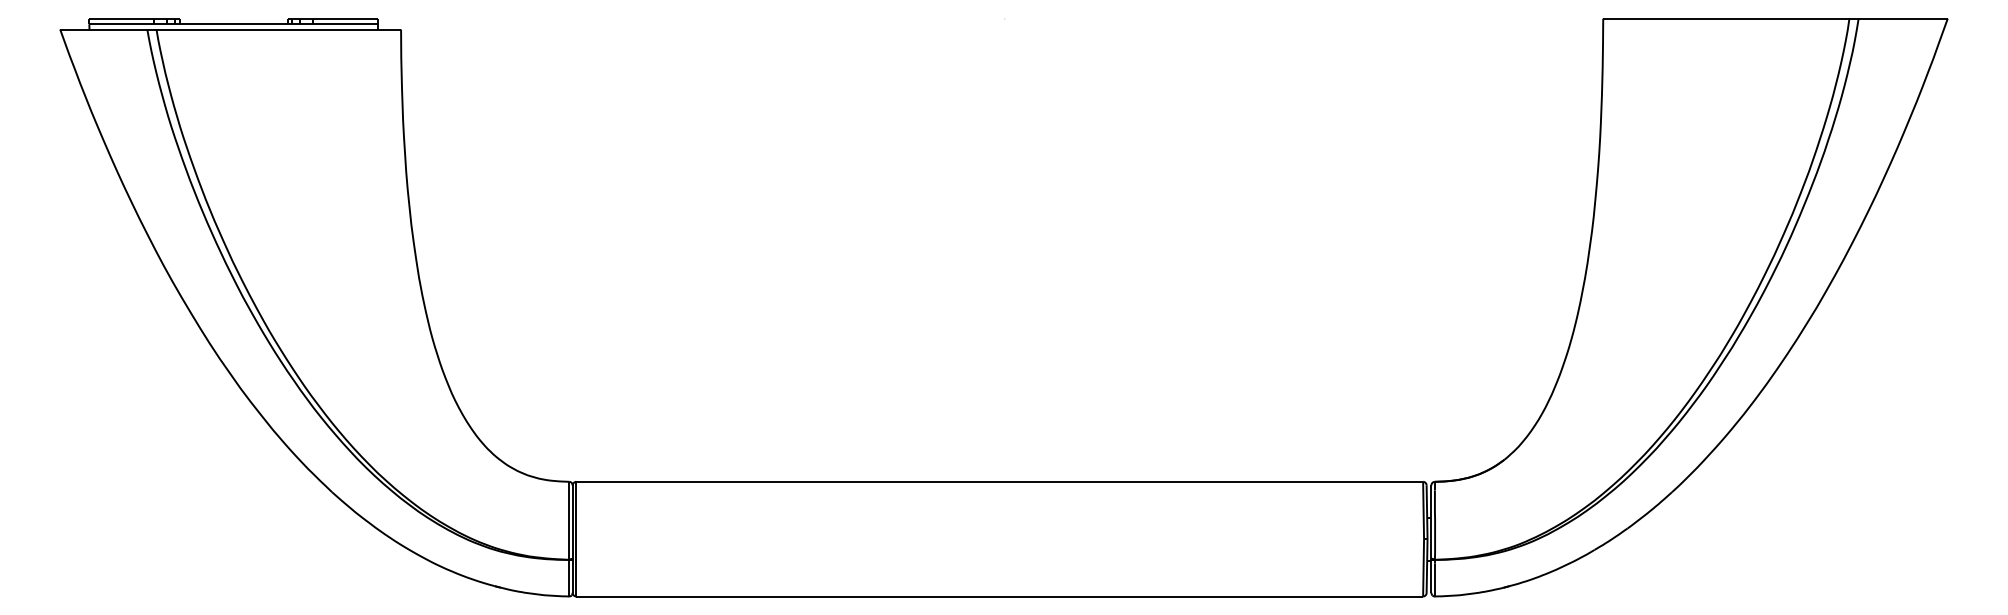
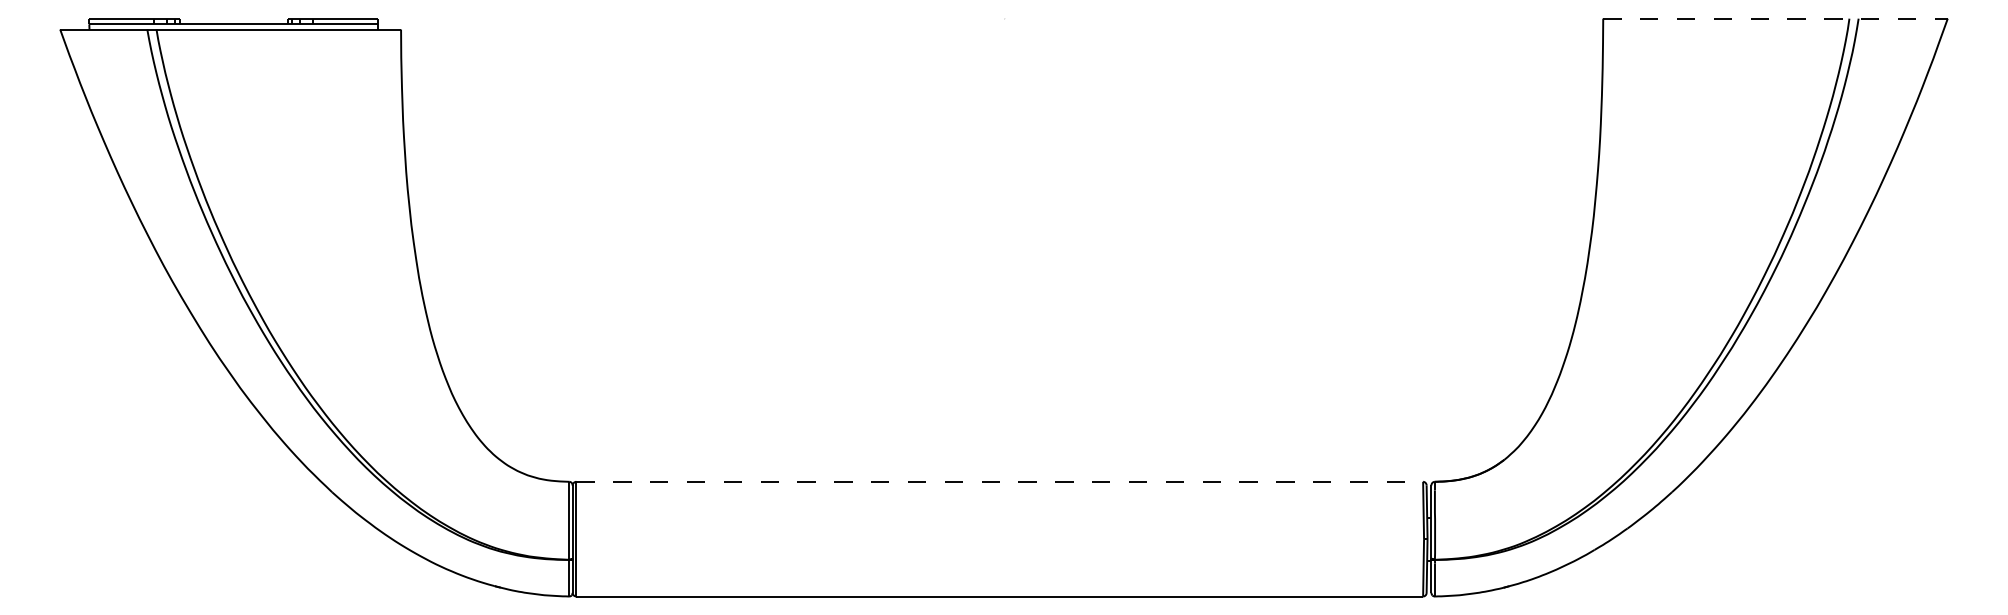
line at (1776, 18): solid -> dashed
line at (1000, 481): solid -> dashed
